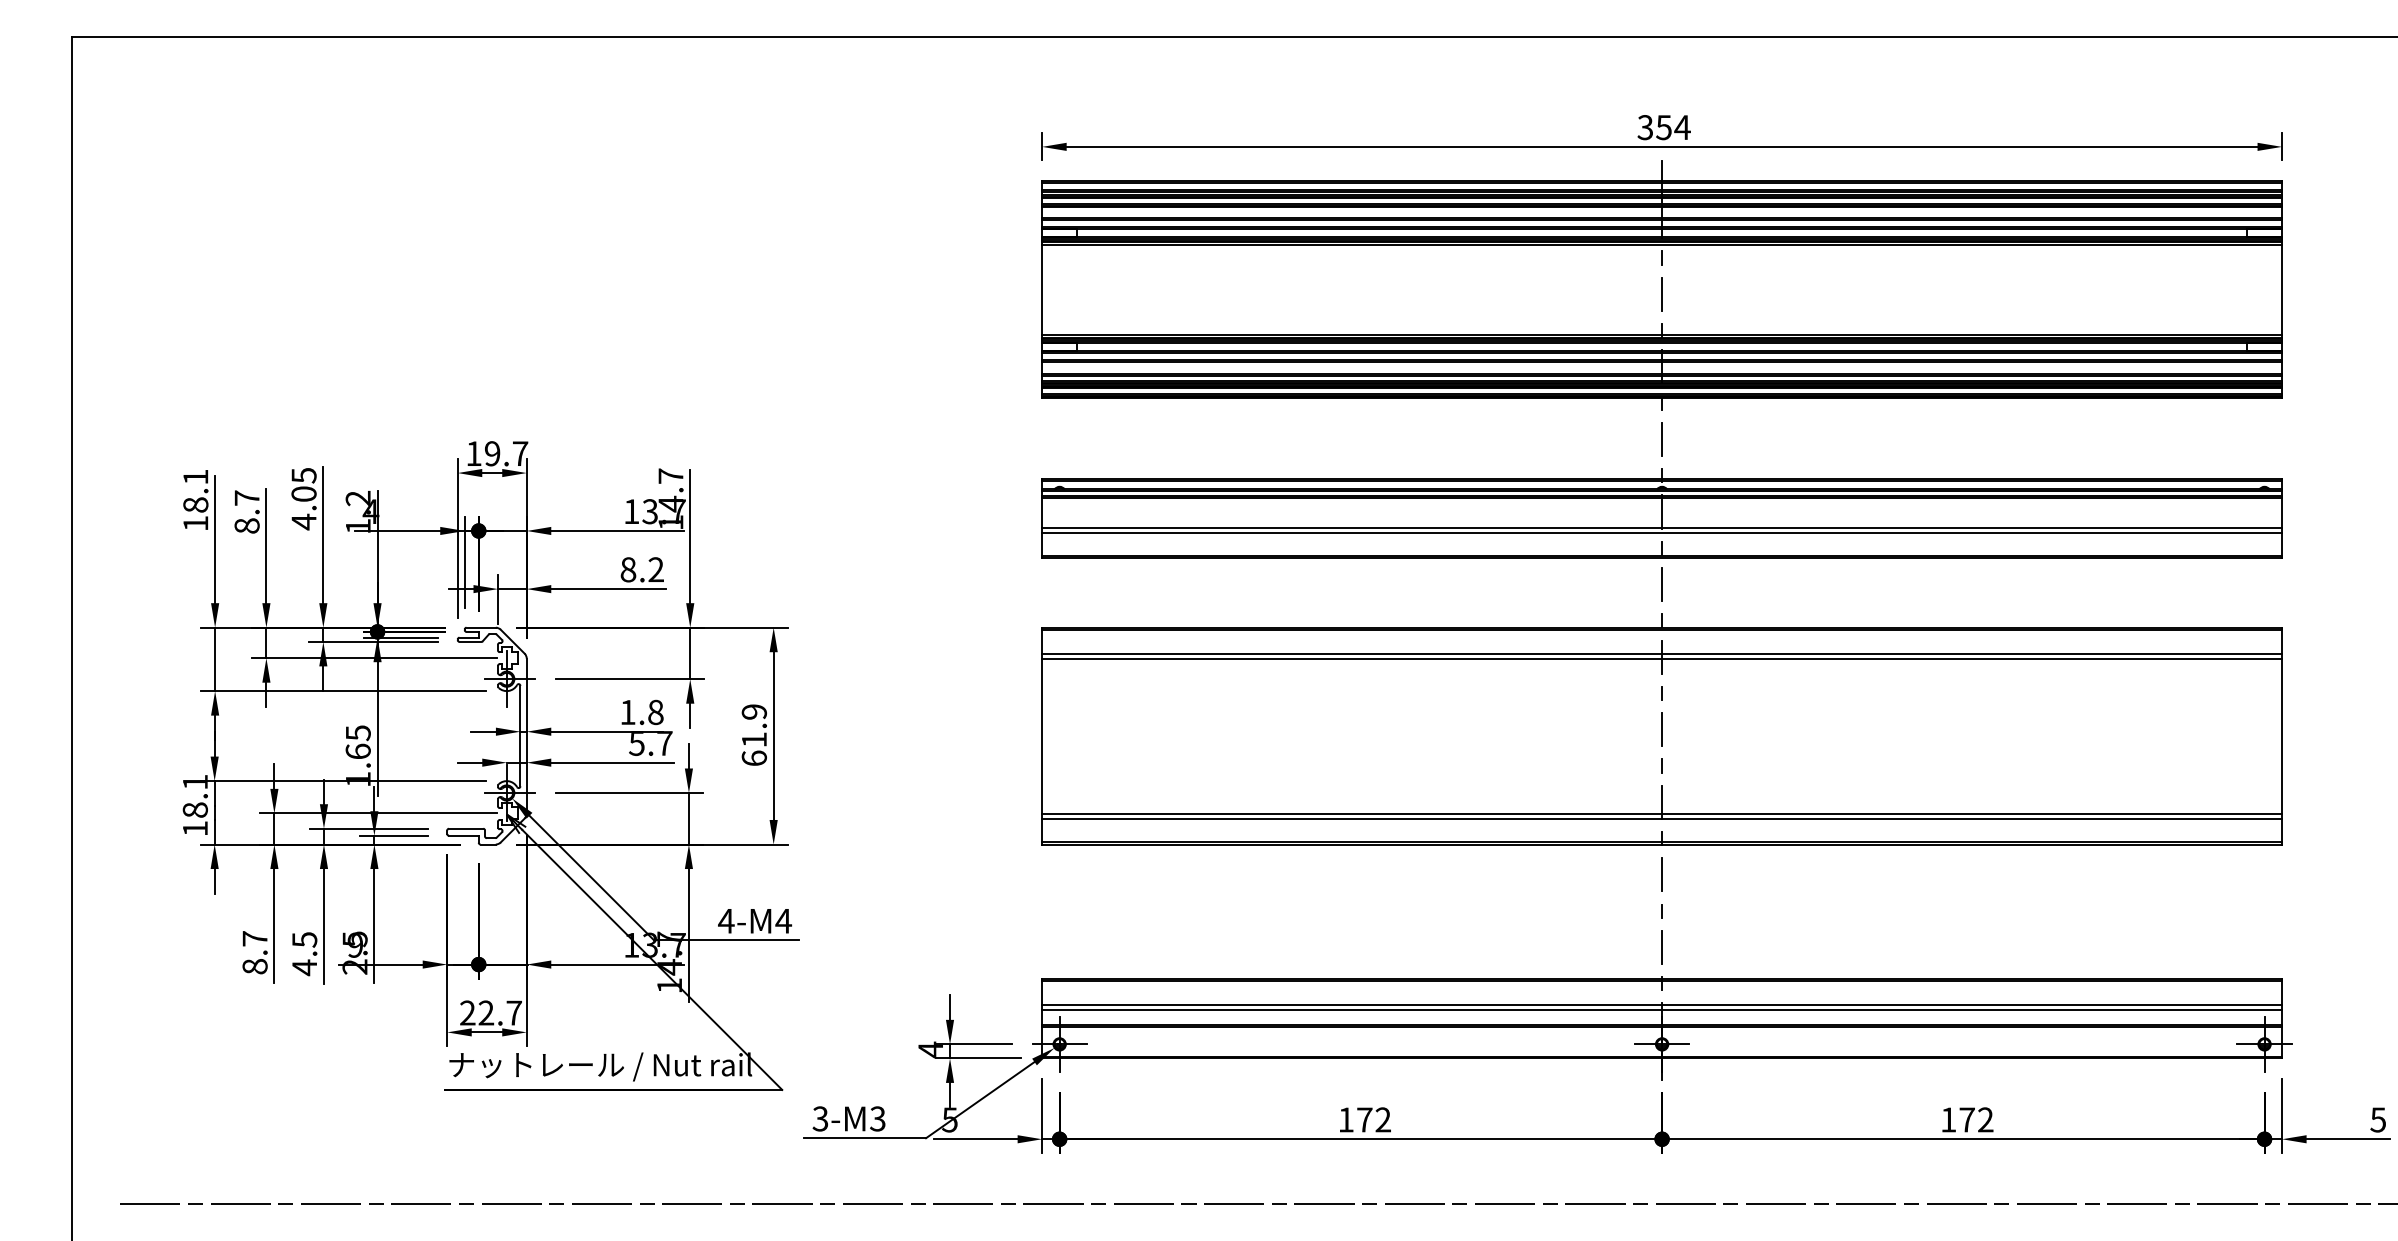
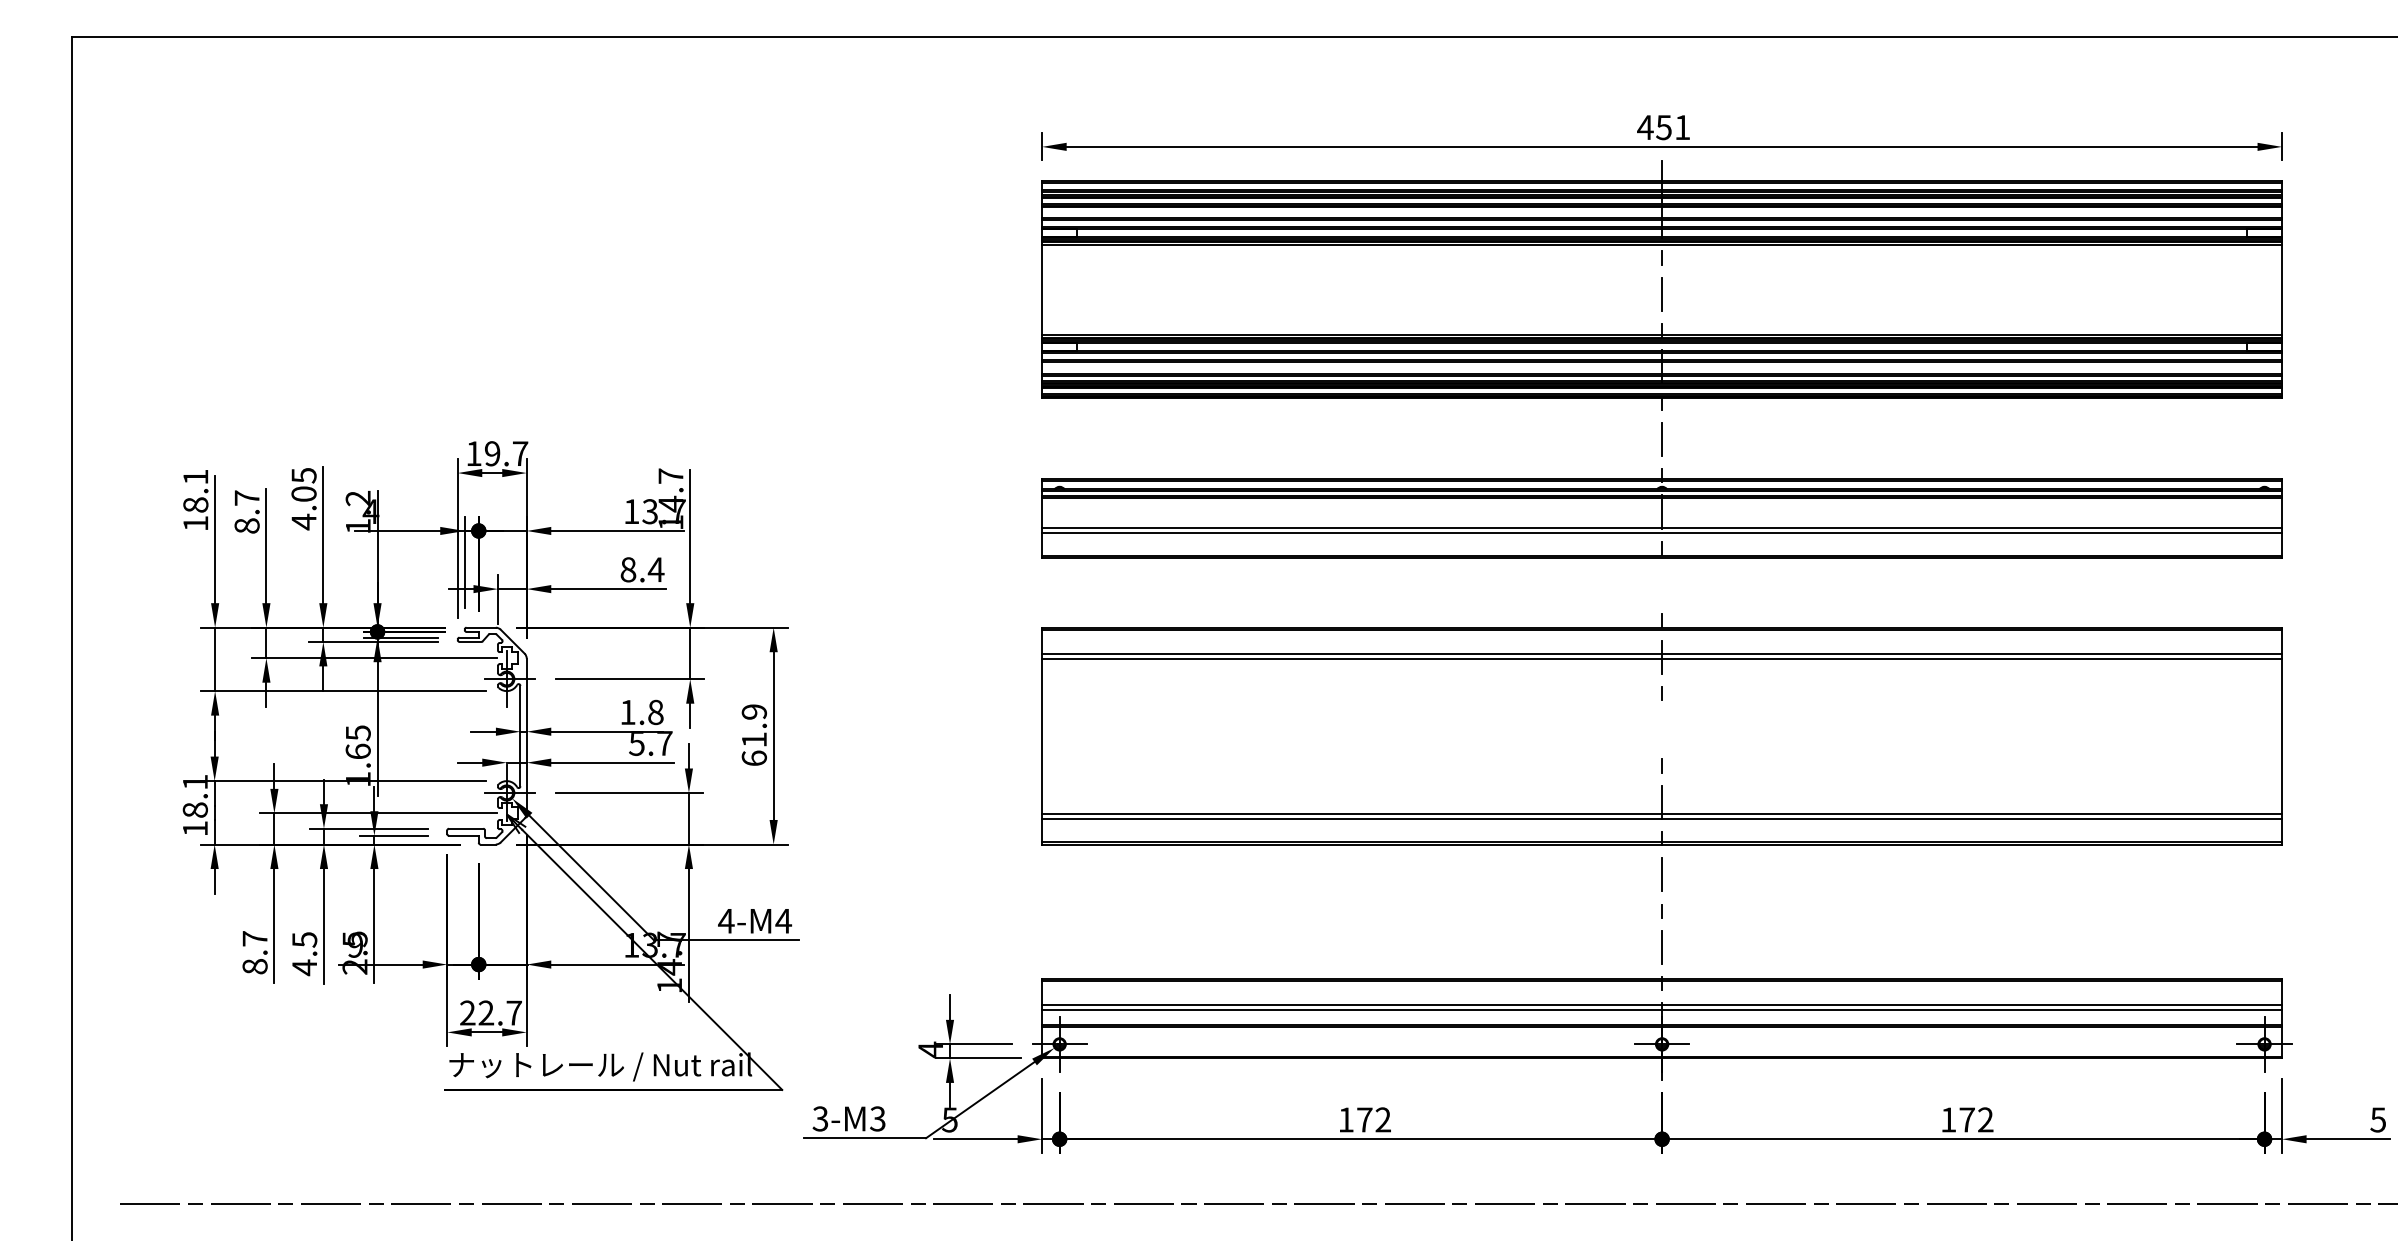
text at (1663, 127): 354 -> 451
text at (655, 569): 8.2 -> 8.4
line at (1661, 584): present -> none
line at (1662, 729): present -> none
